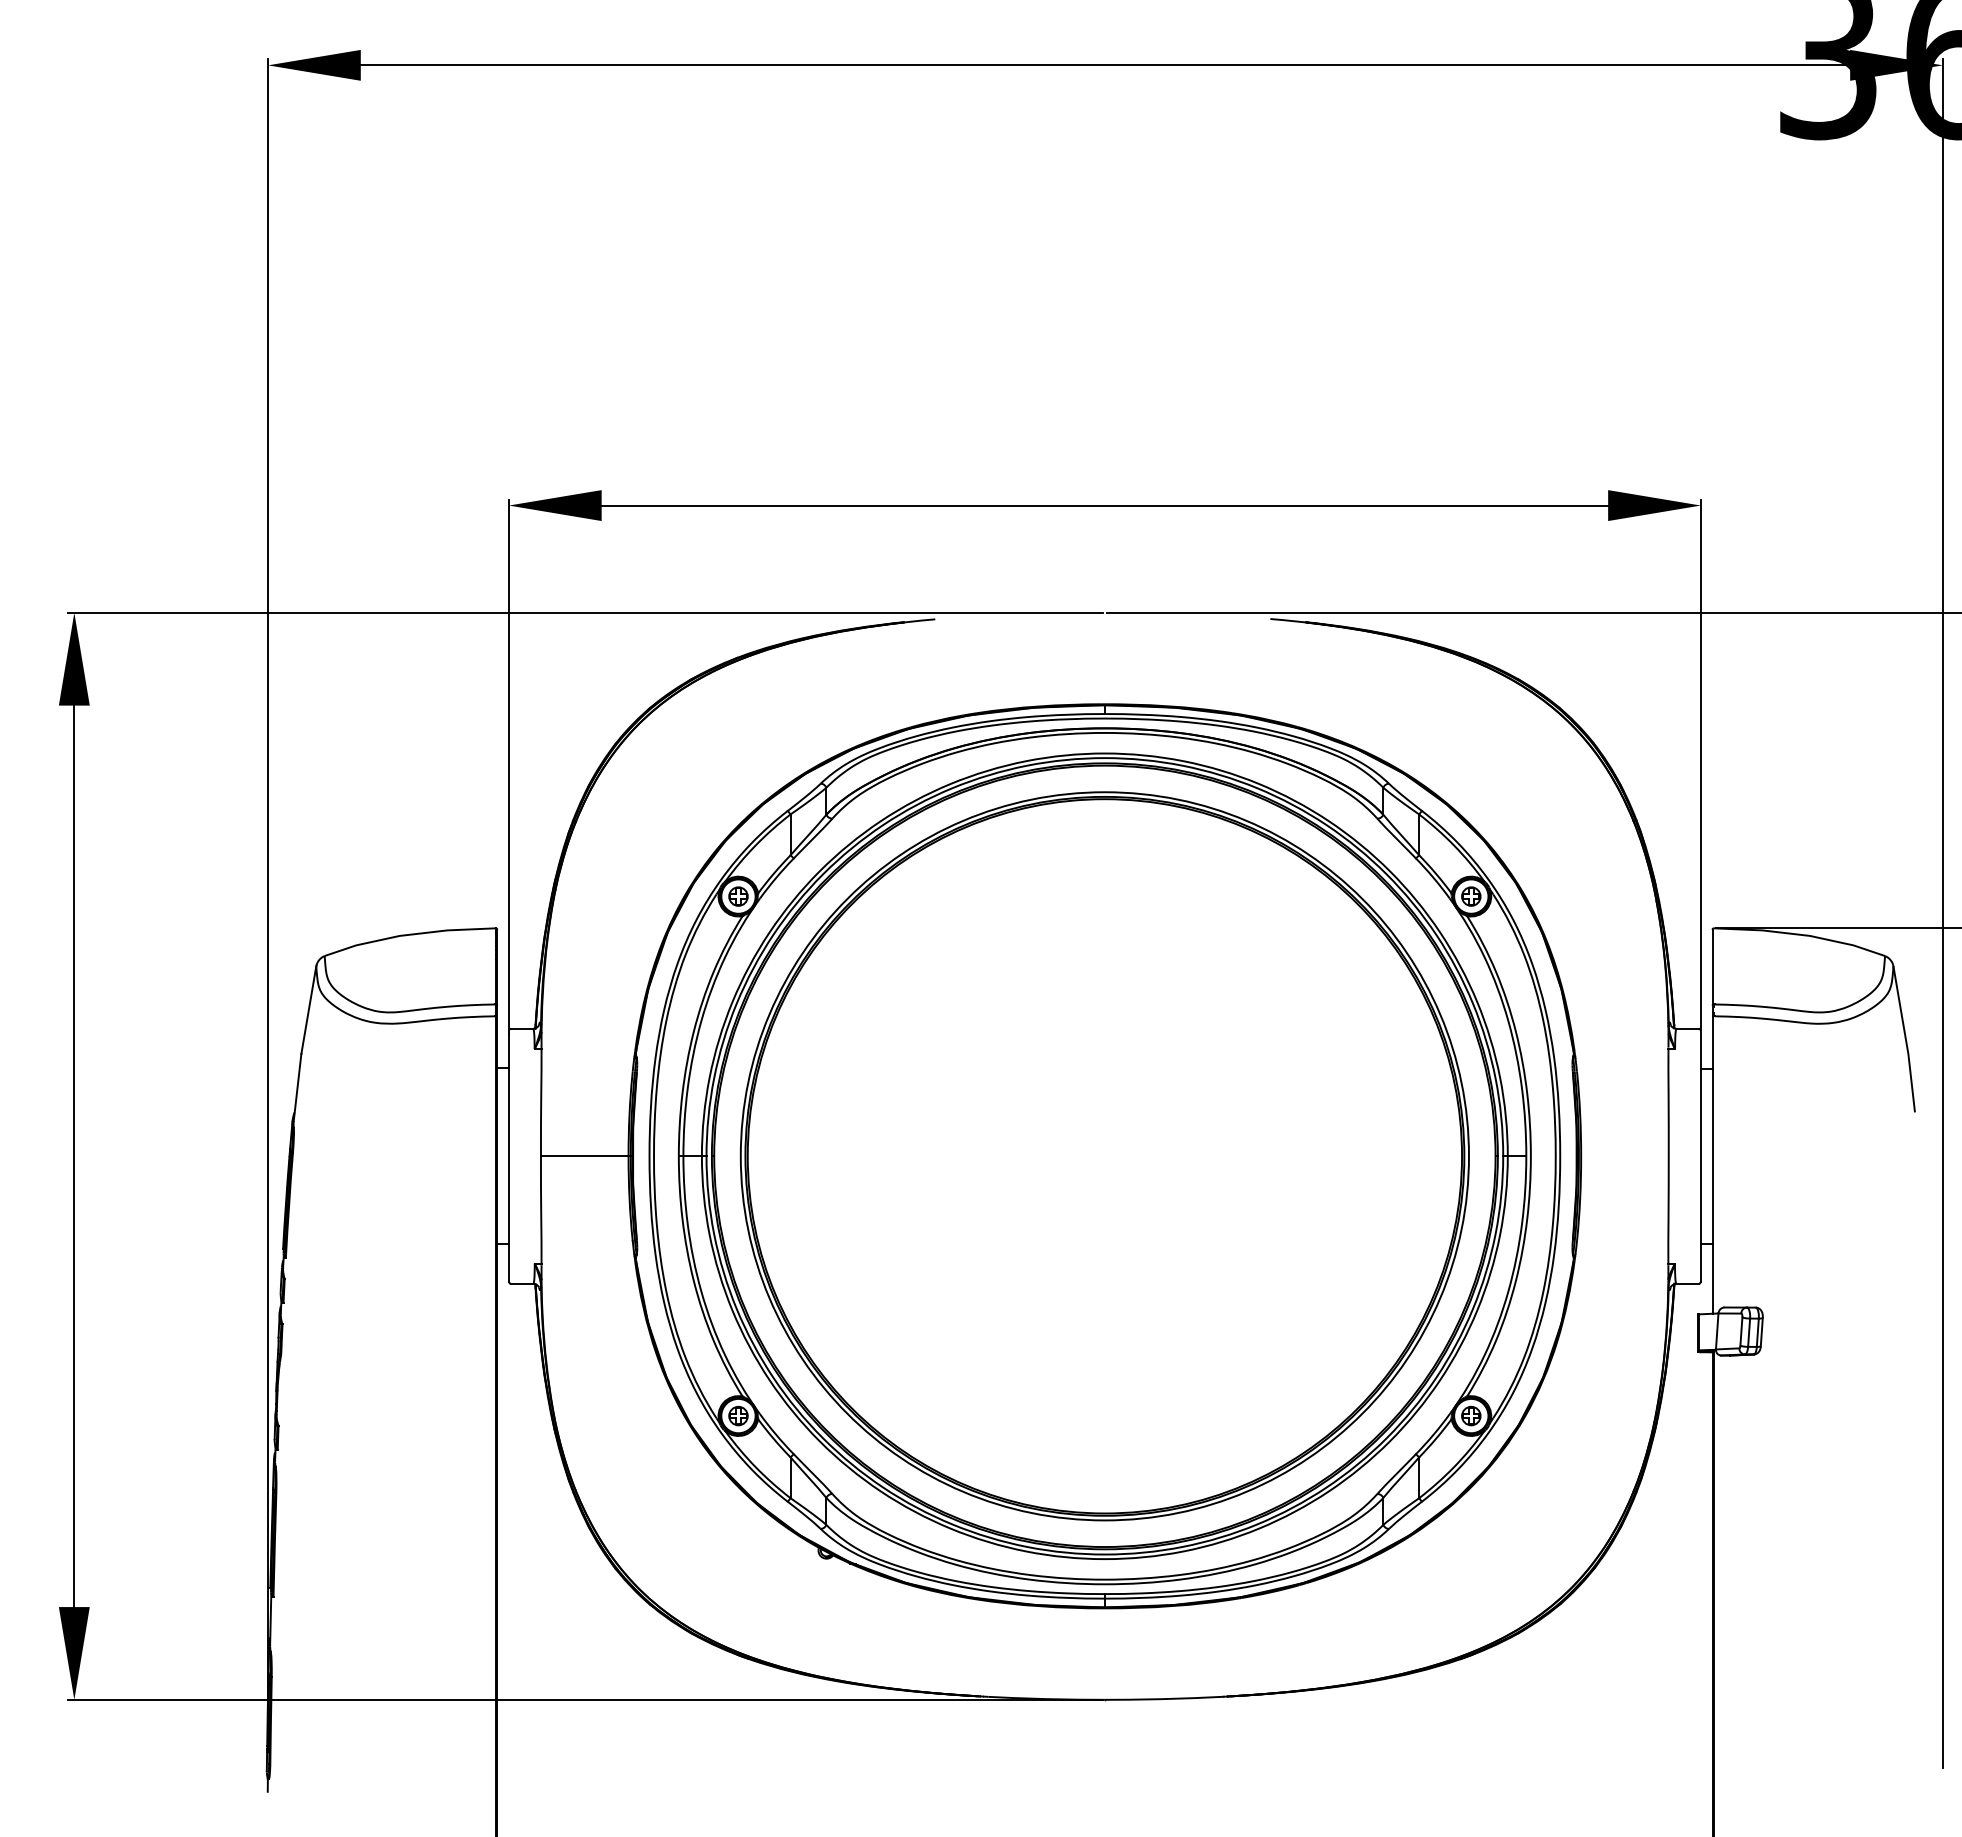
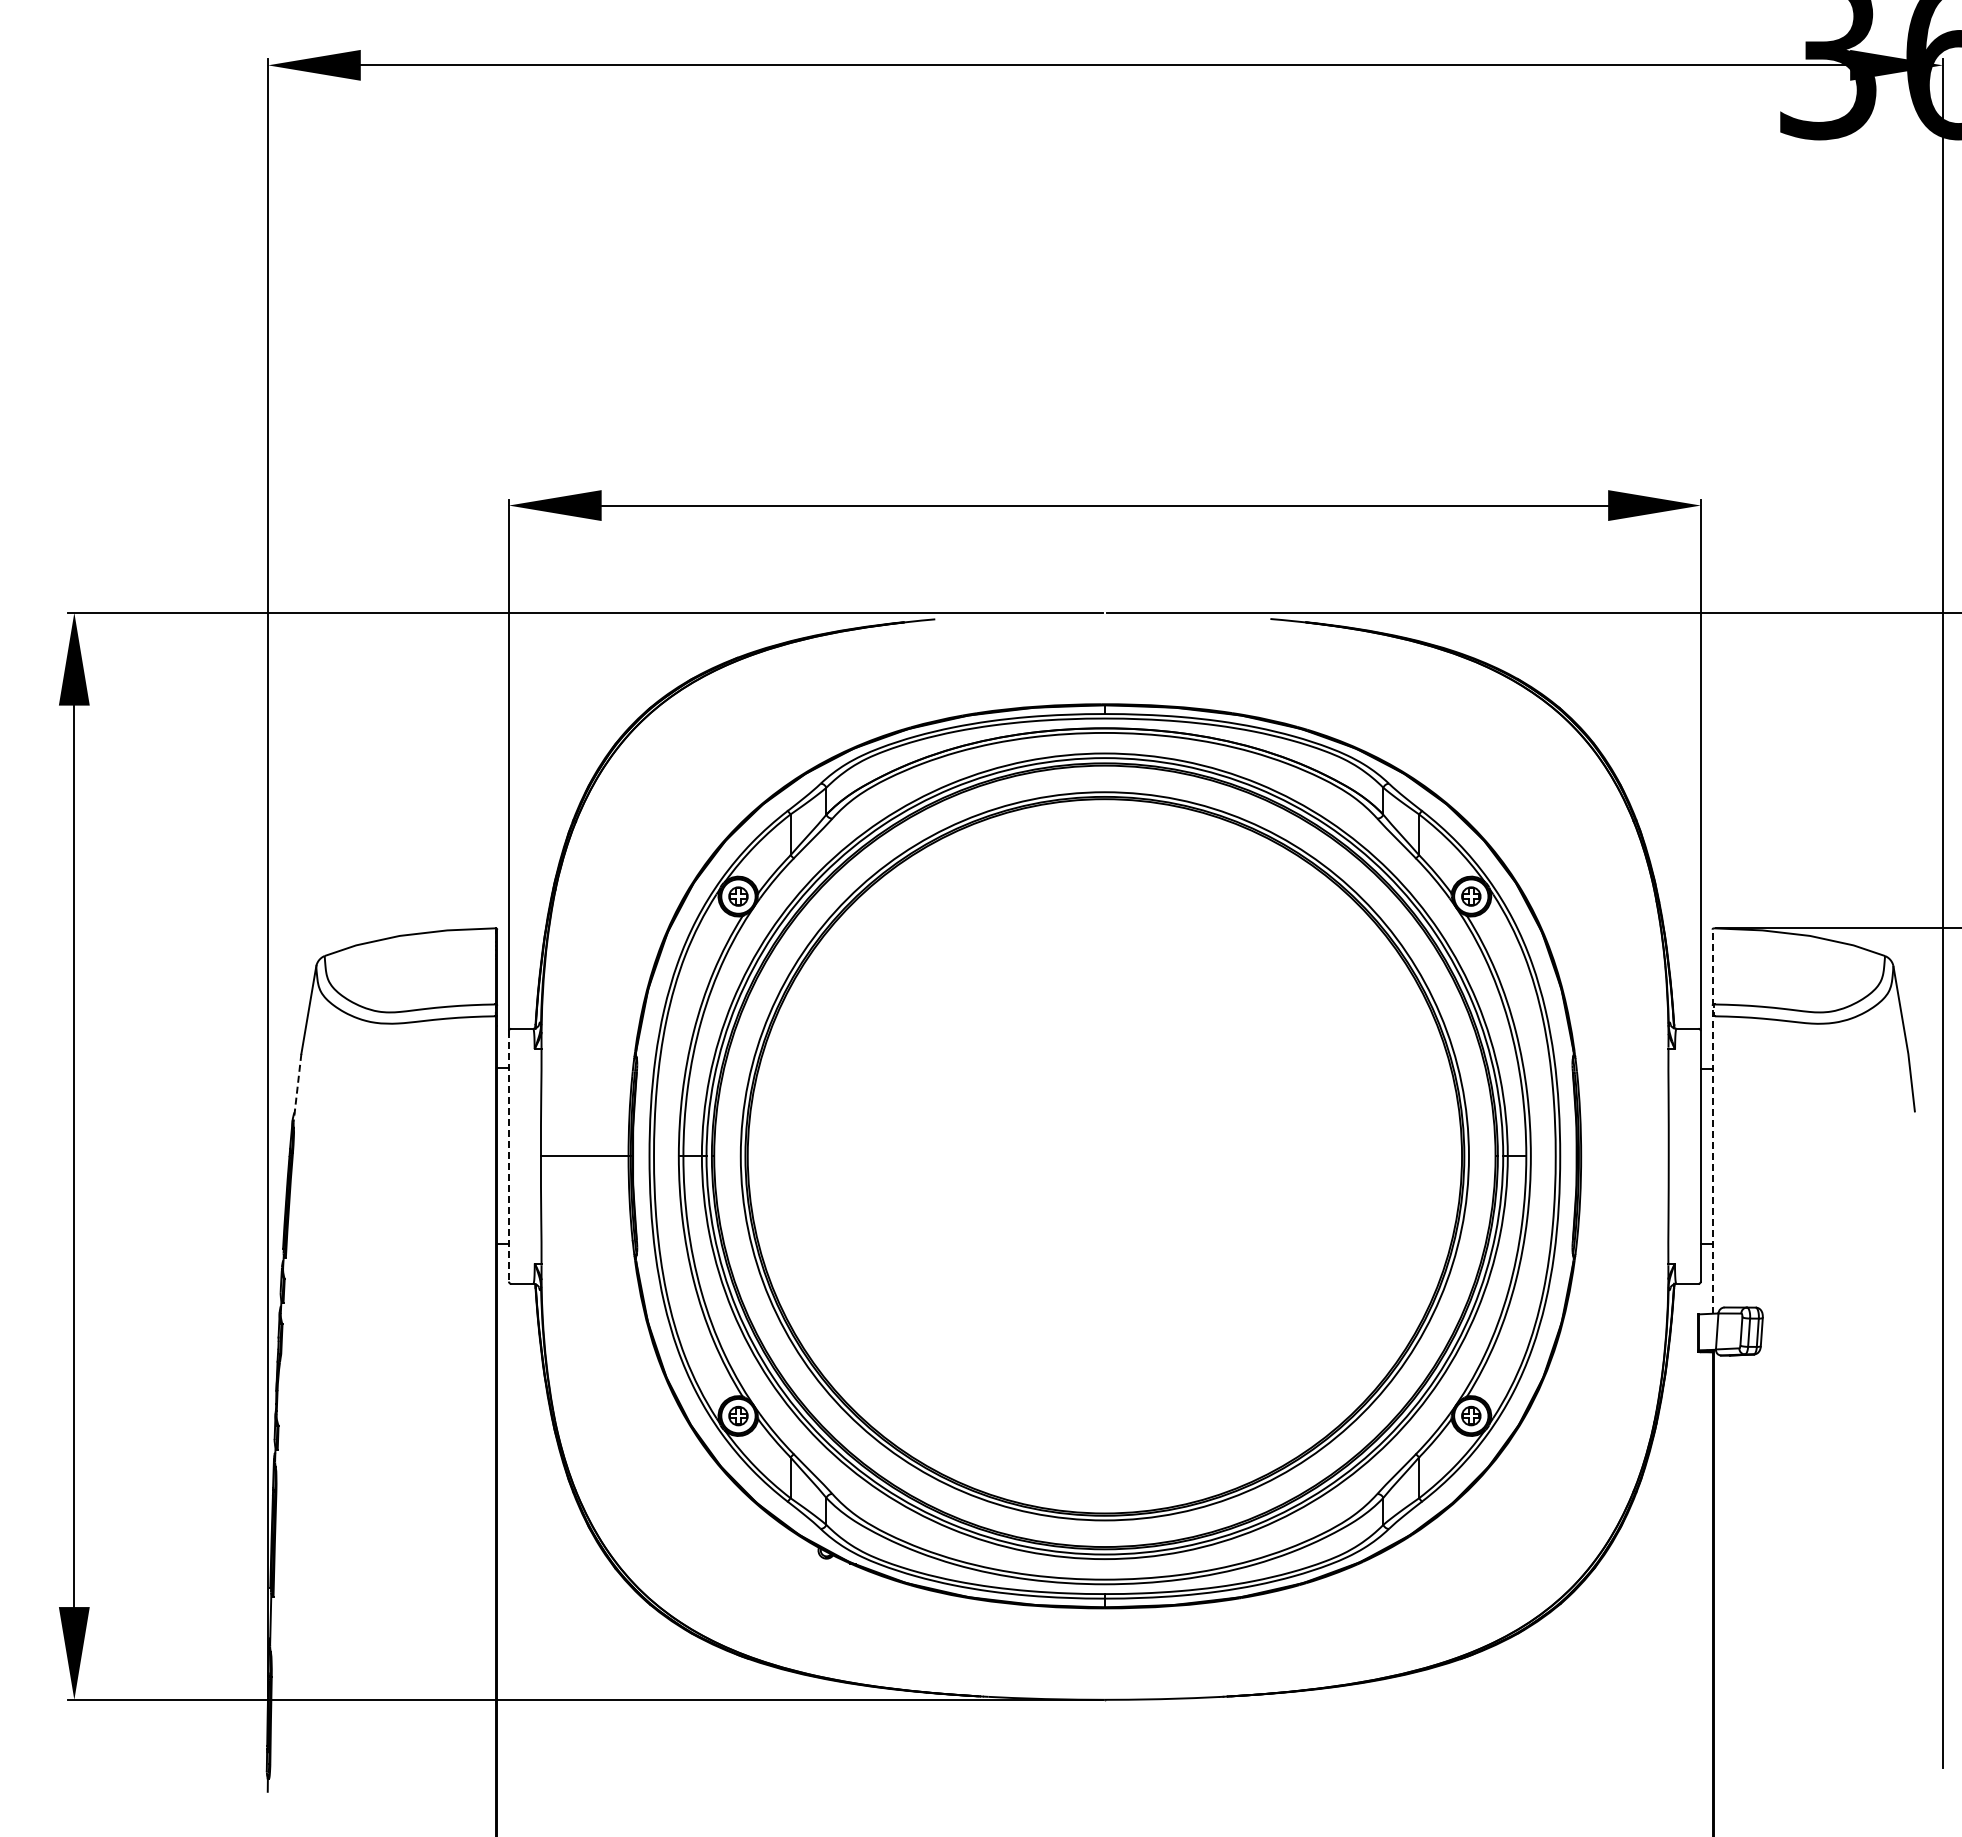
line at (297, 1087): solid -> dashed
line at (1712, 1121): solid -> dashed
line at (508, 1156): solid -> dashed
